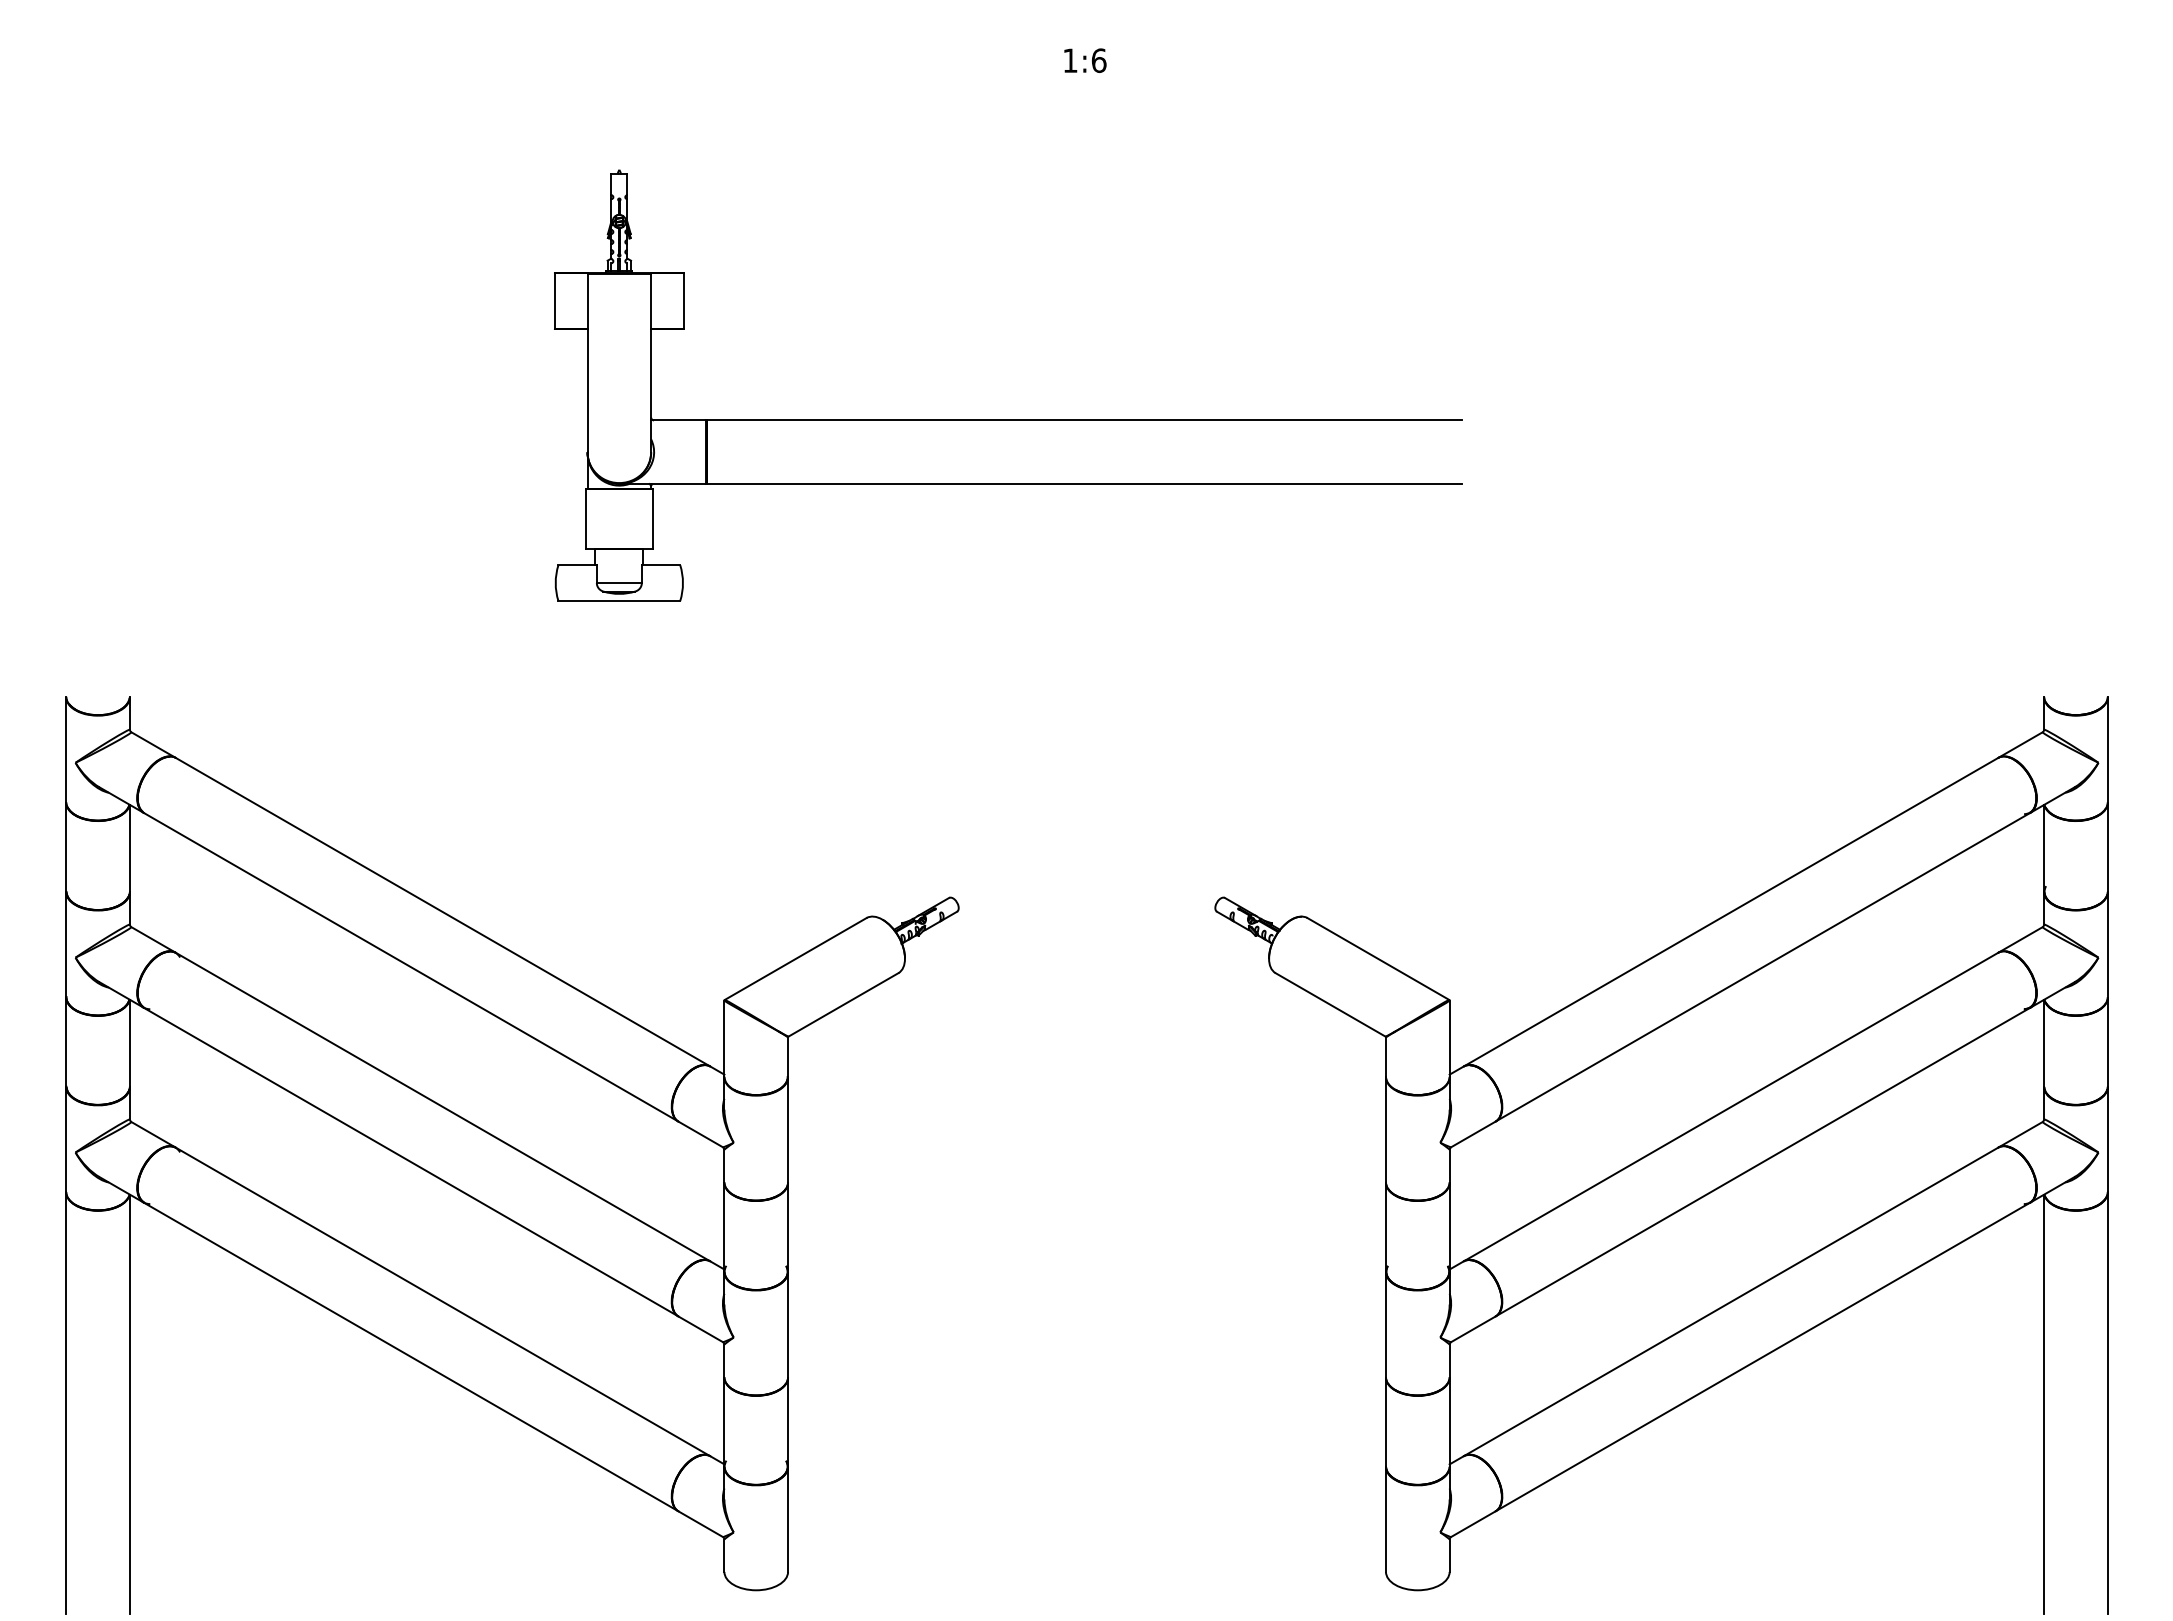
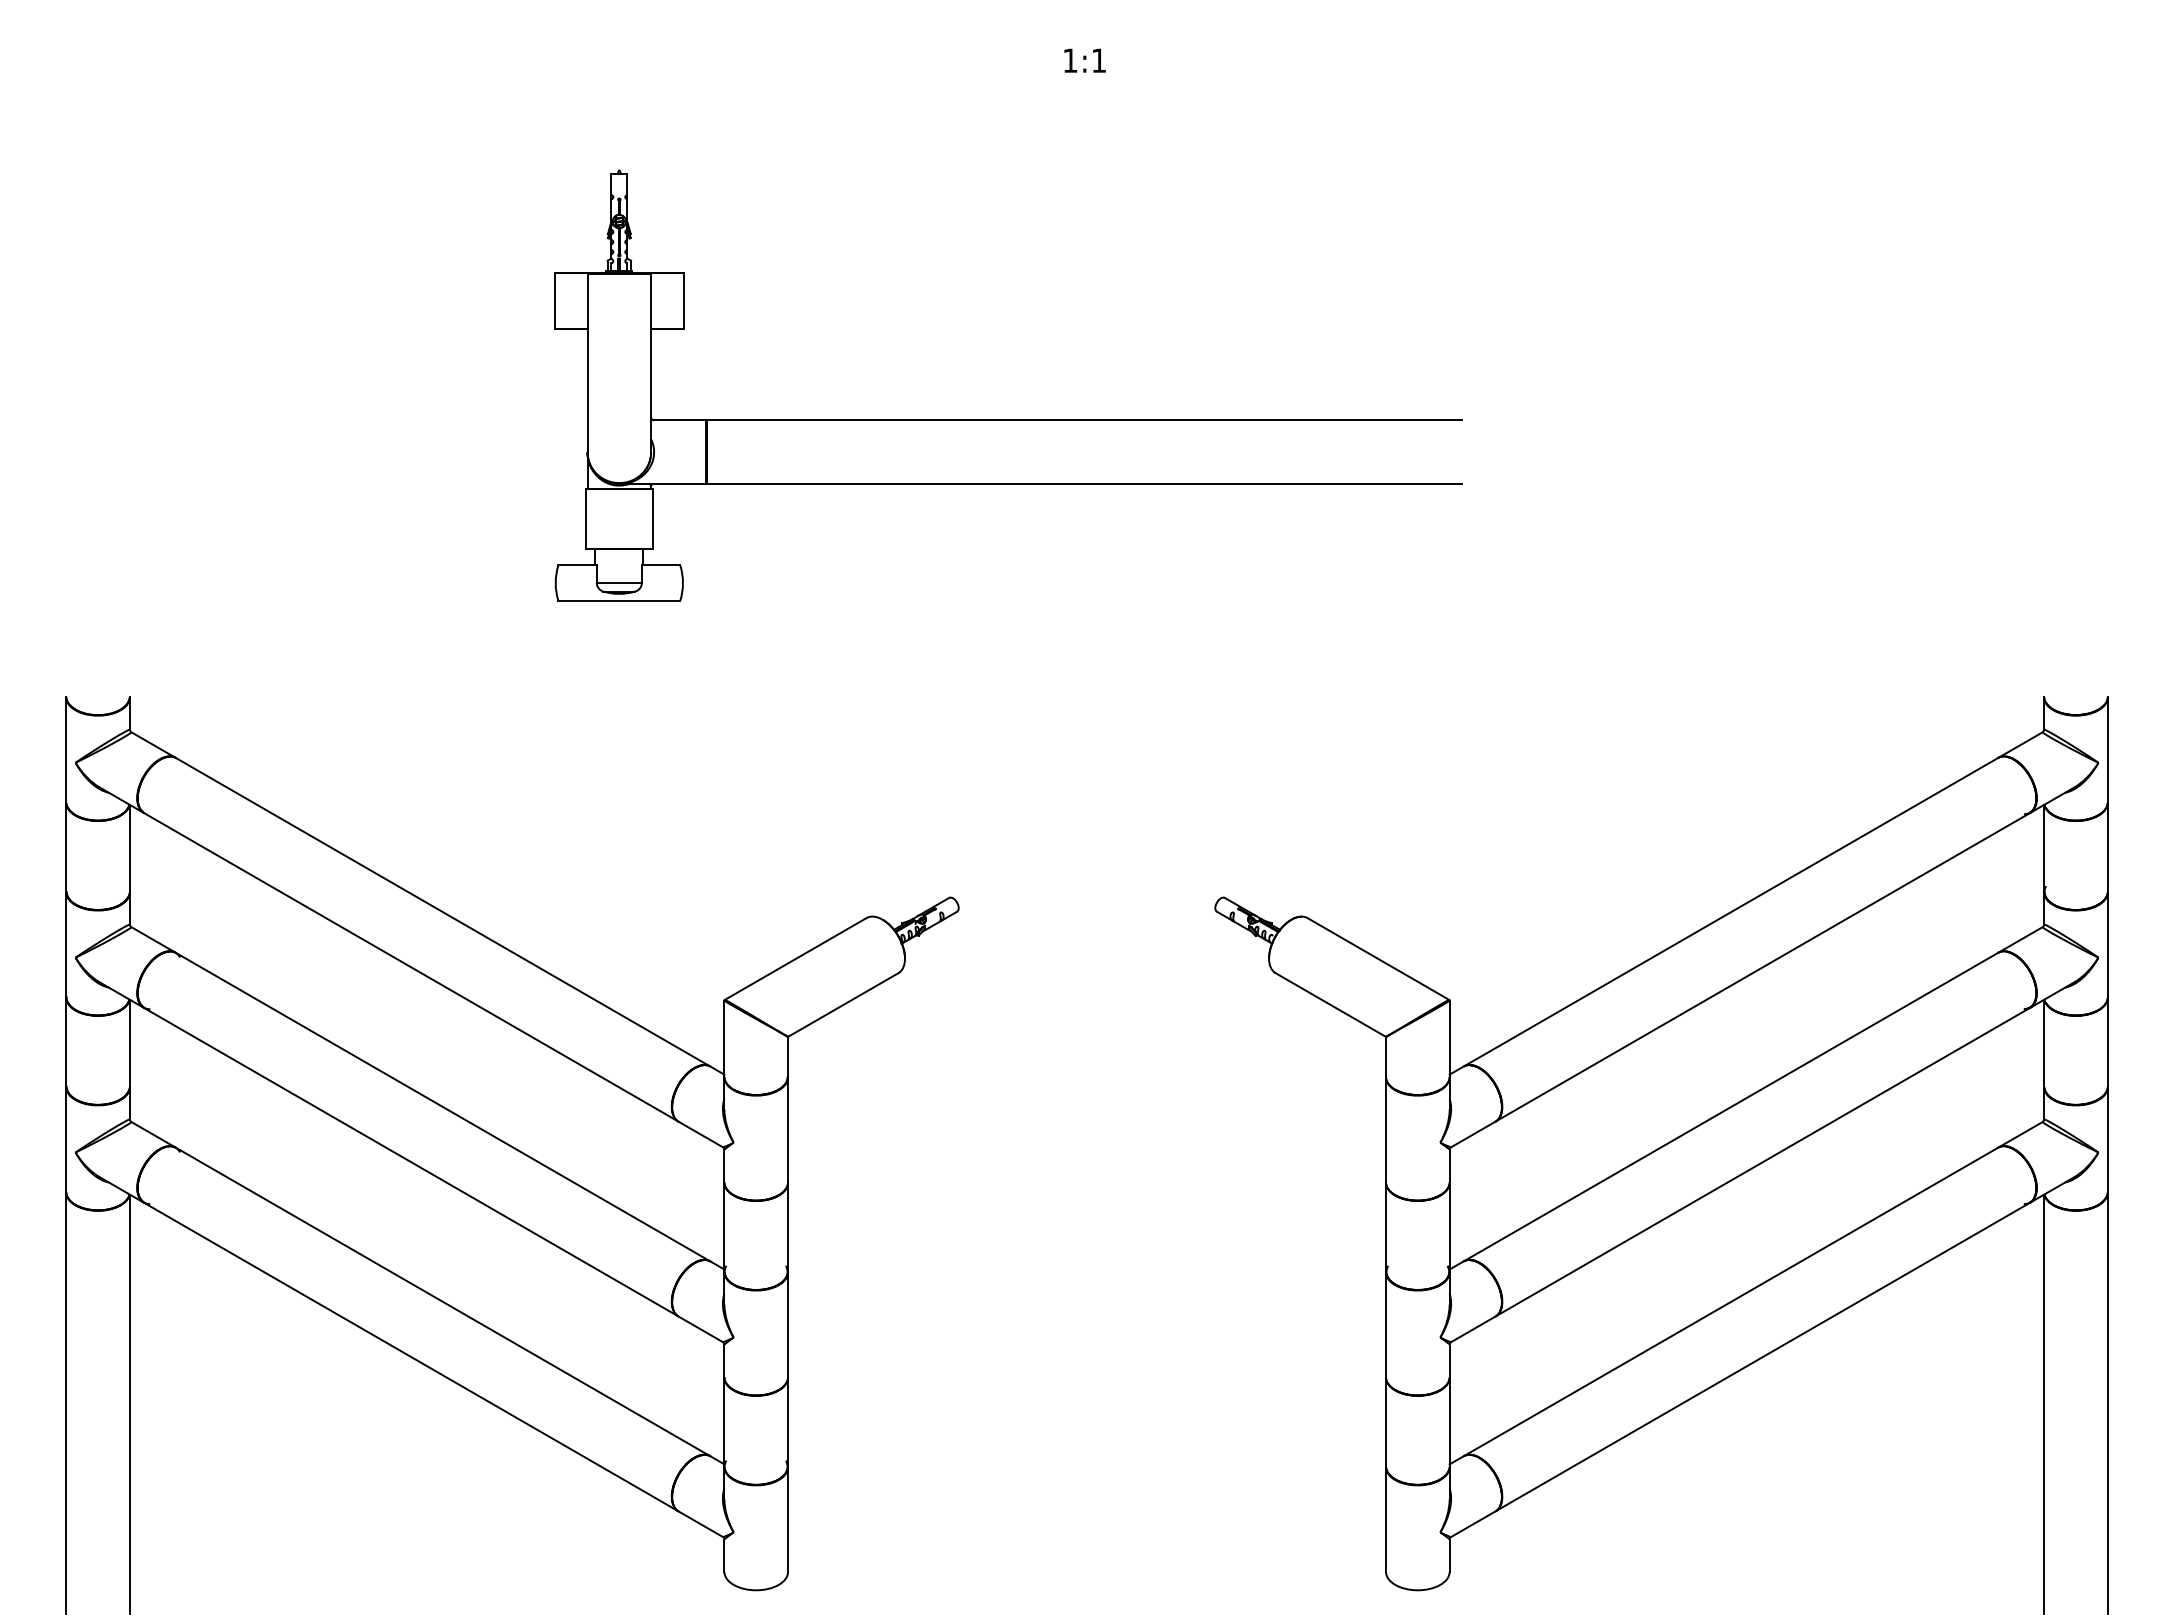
text at (1098, 60): 1:6 -> 1:1
